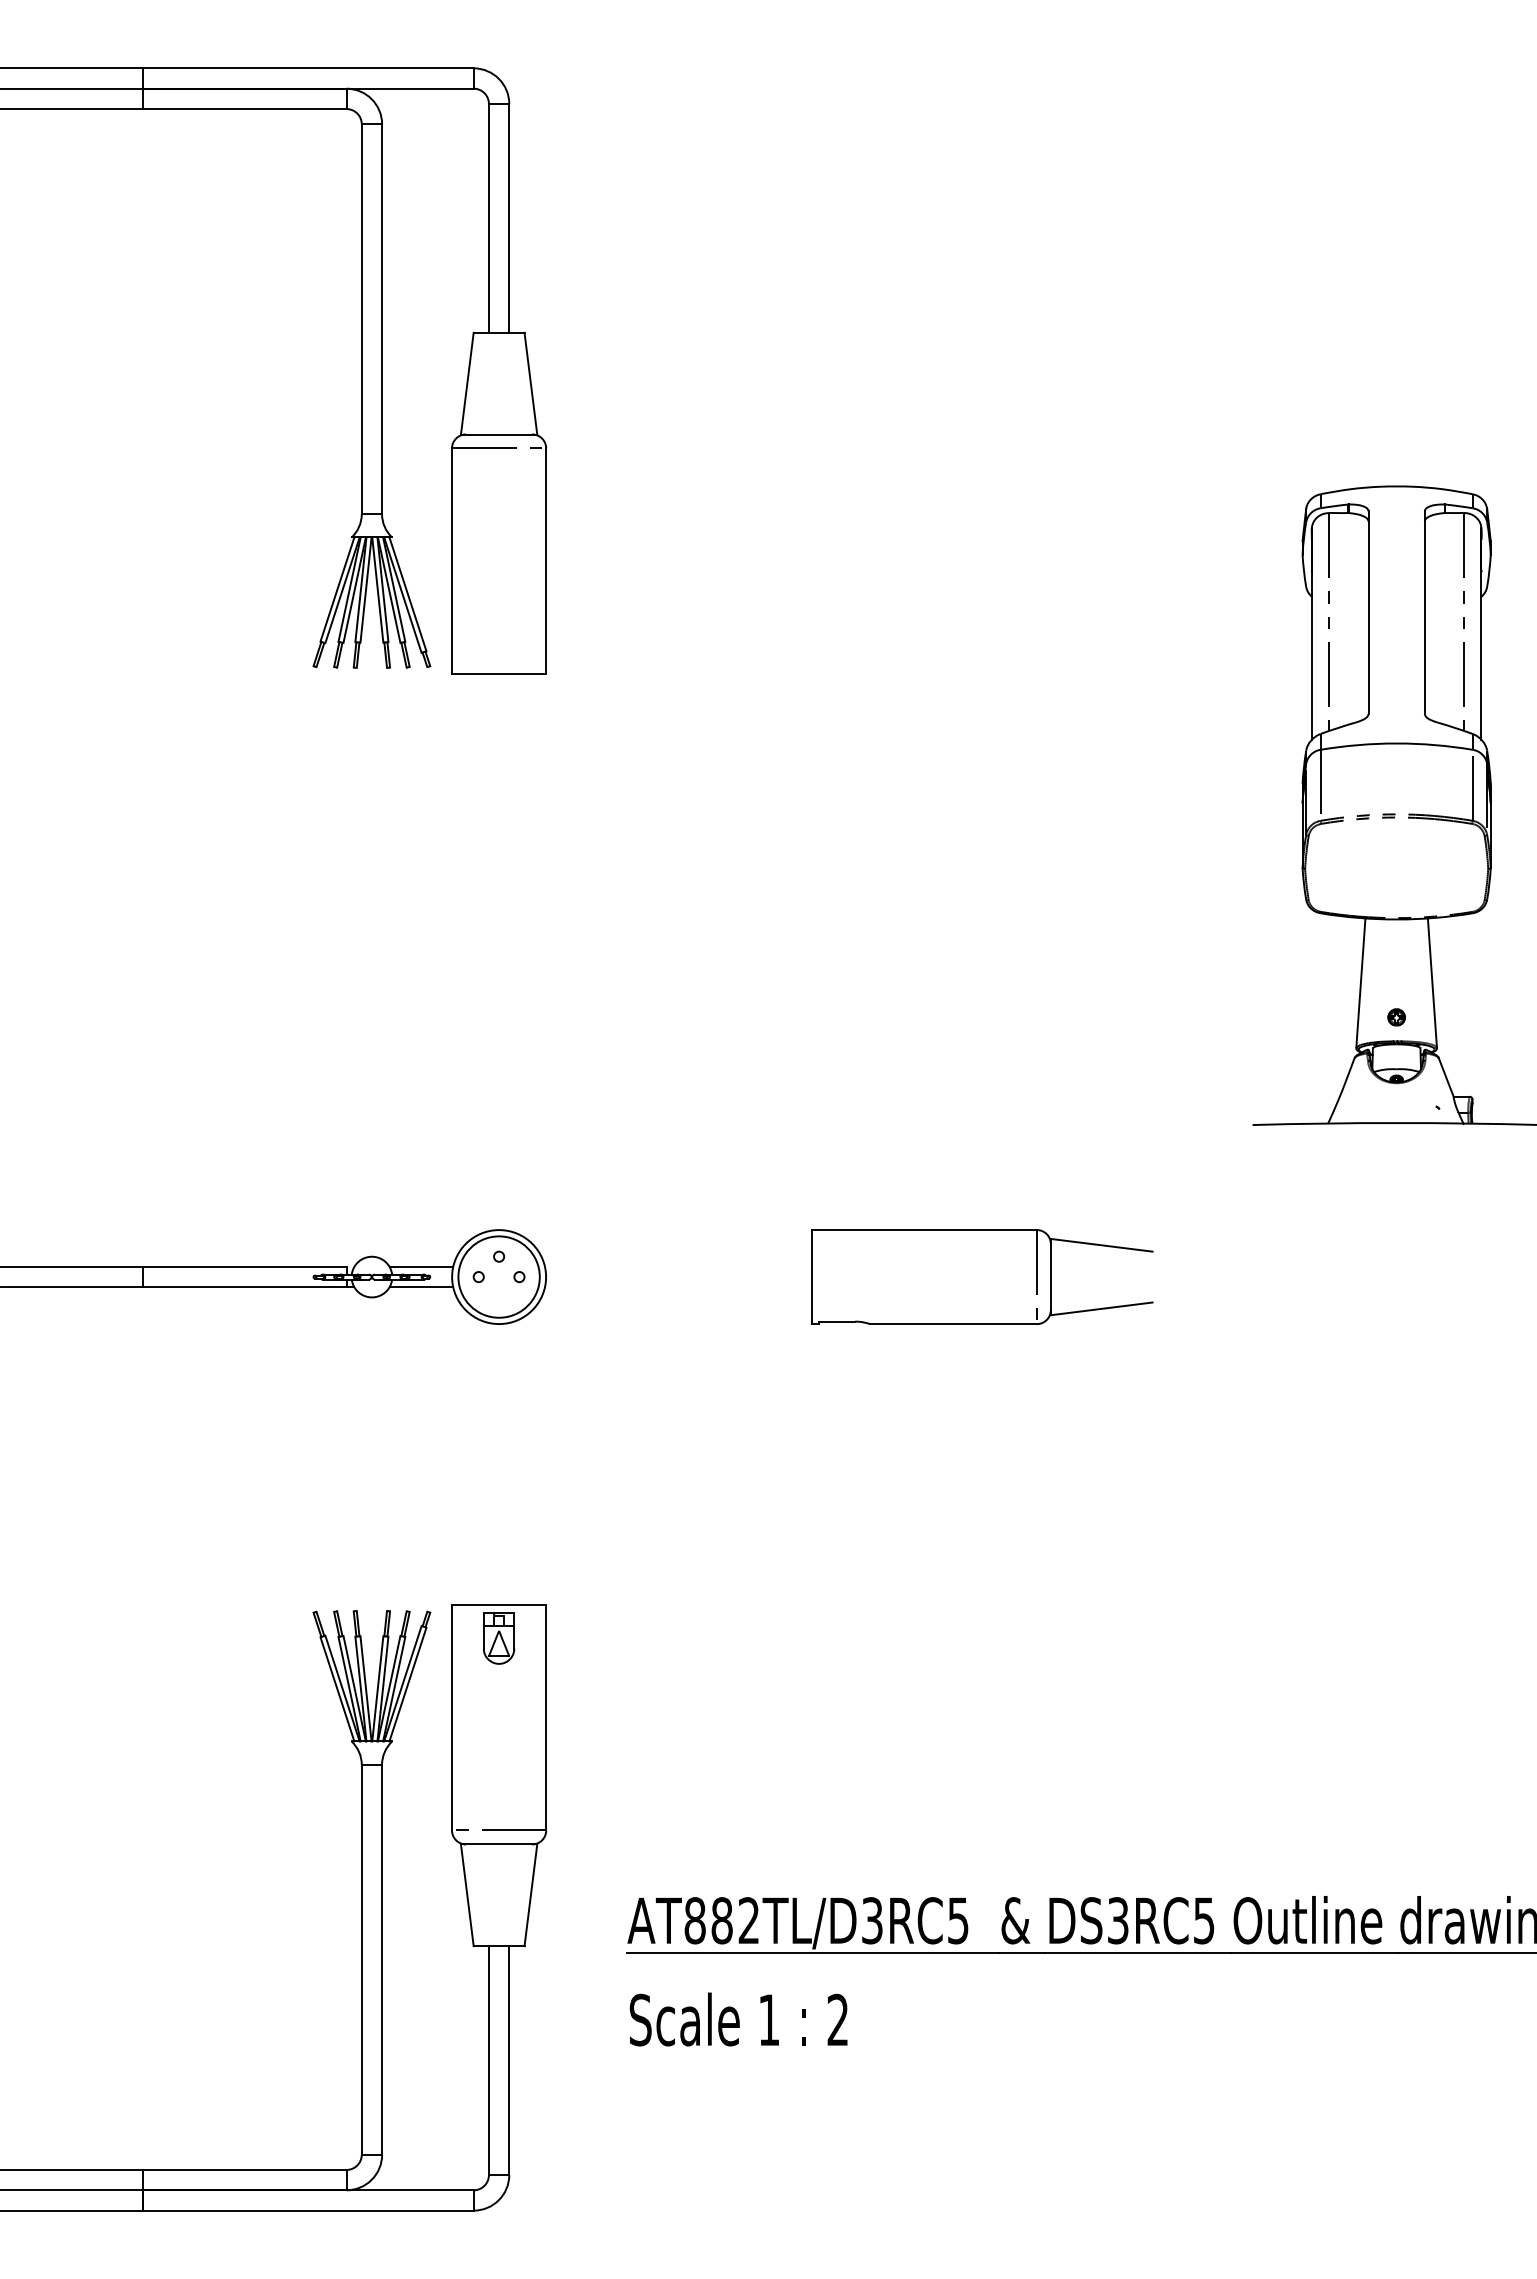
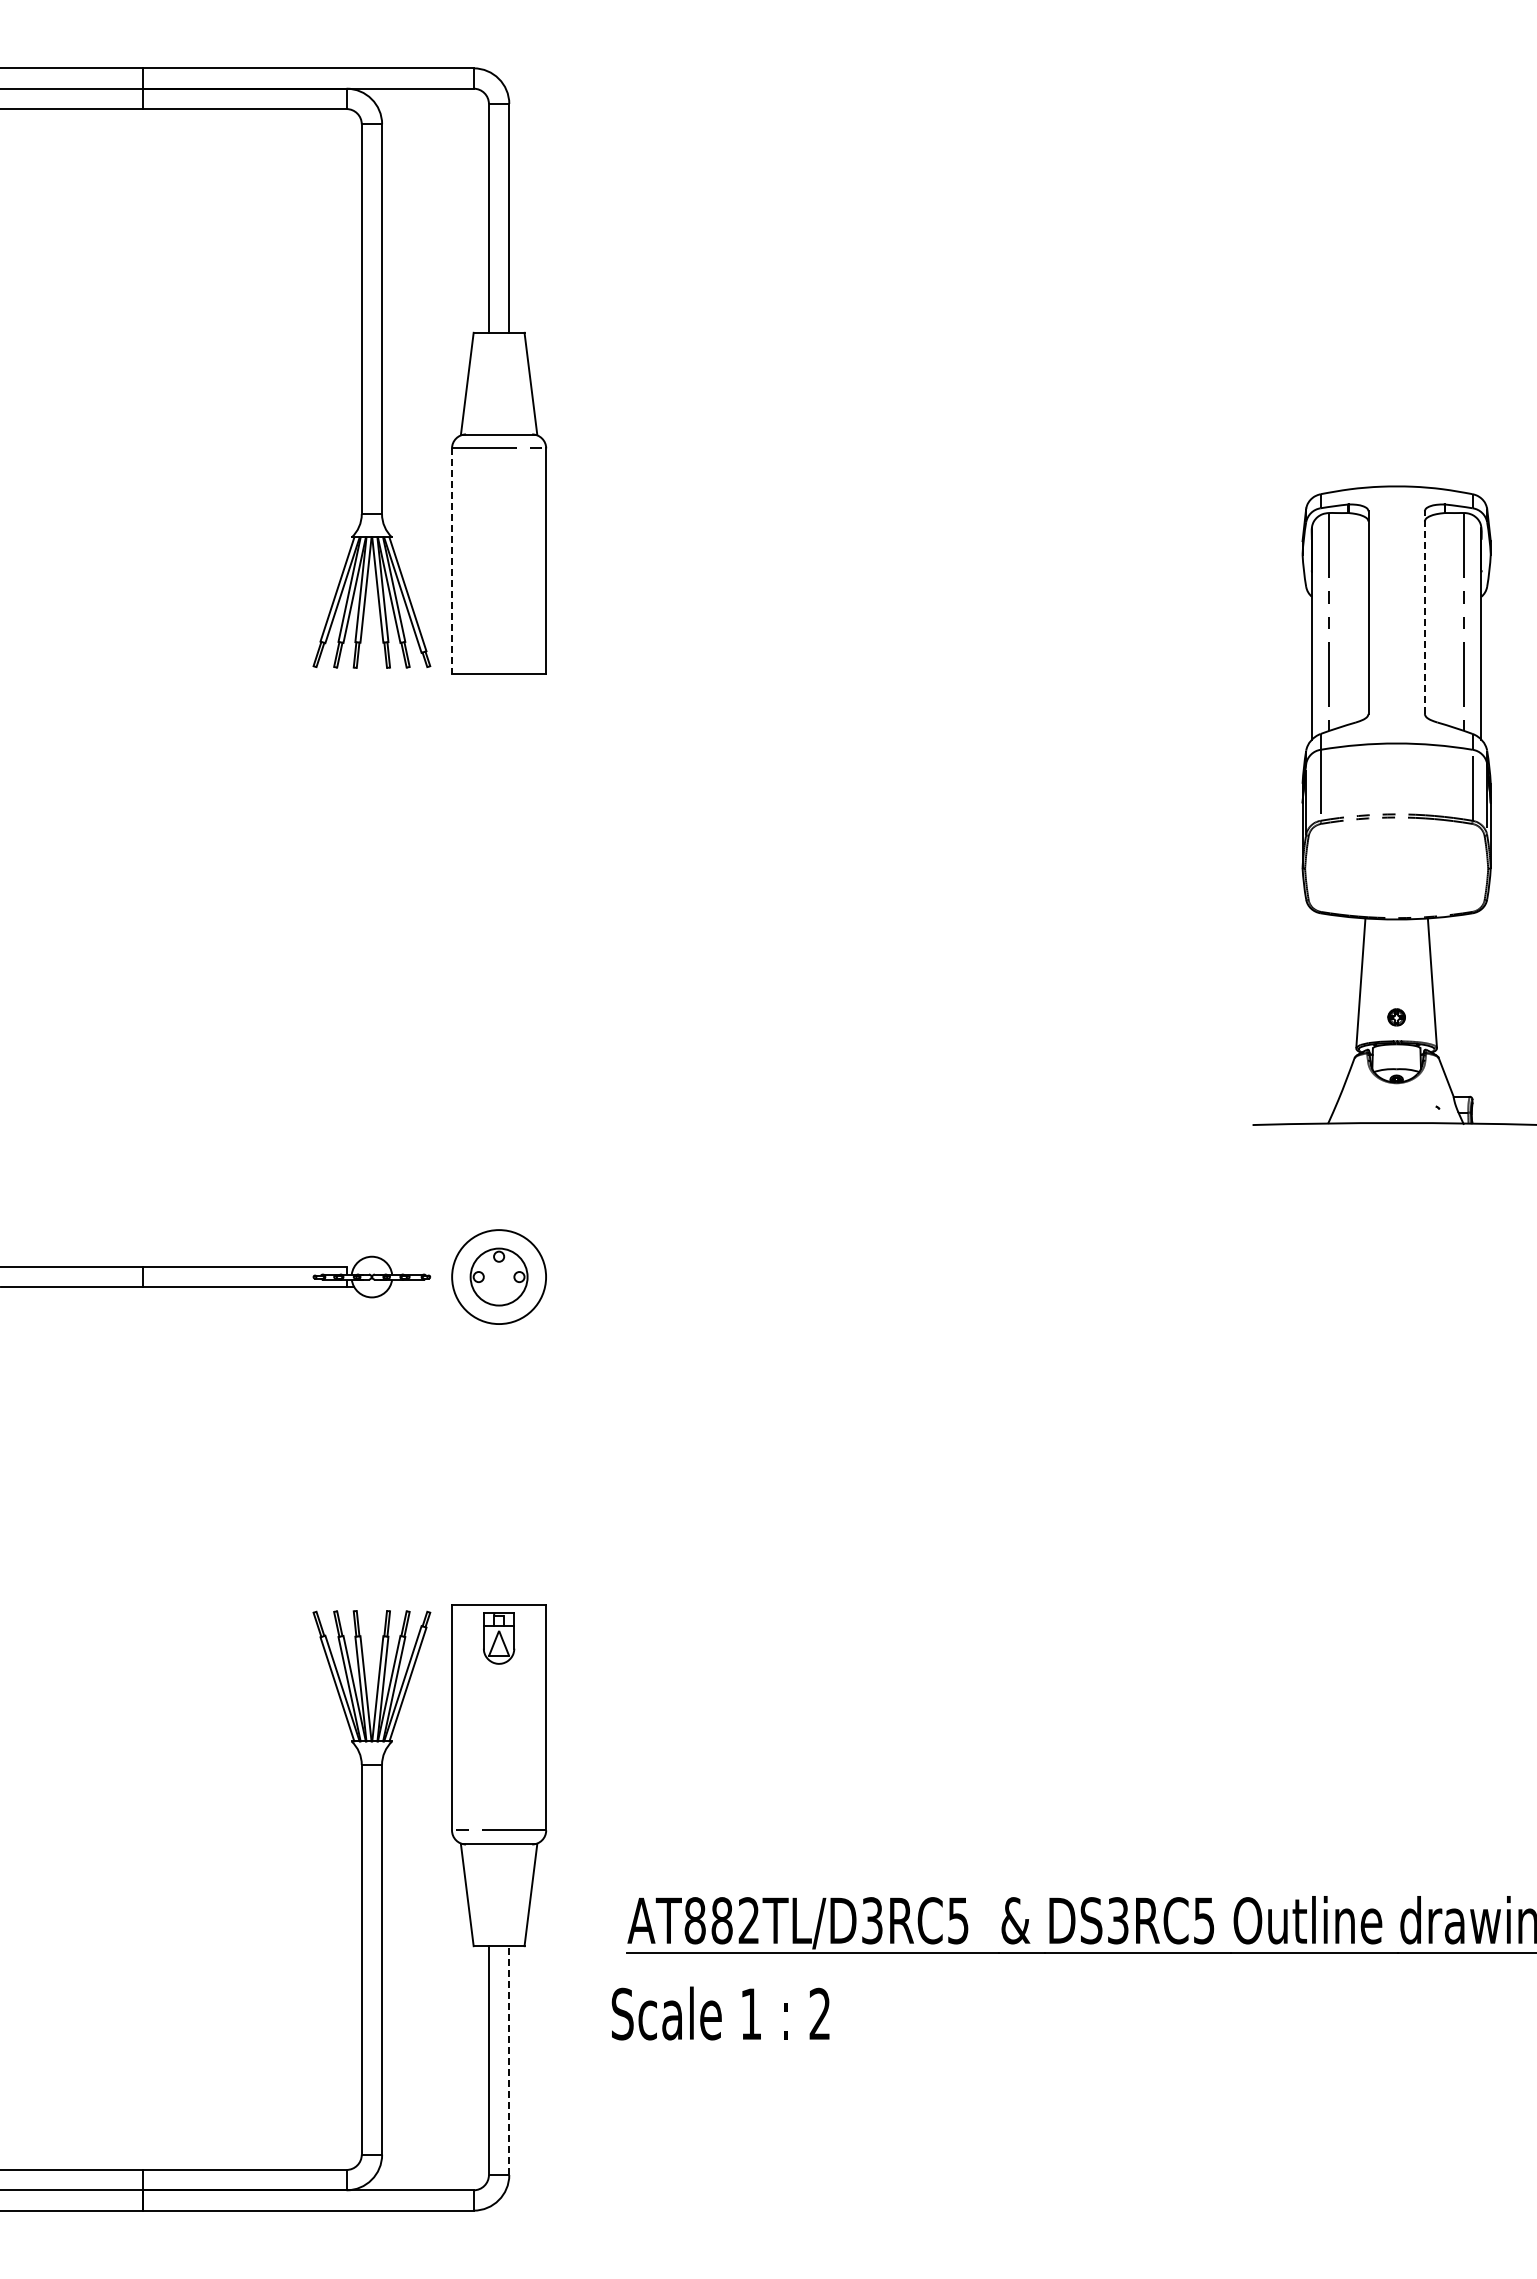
line at (452, 561): solid -> dashed
line at (1424, 612): solid -> dashed
line at (421, 1266): present -> none
circle at (498, 1276) diameter: 81 px -> 57 px
part at (982, 1276): present -> none
line at (421, 1287): present -> none
text at (738, 2019) position: (738, 2019) -> (720, 2013)
line at (509, 2060): solid -> dashed
